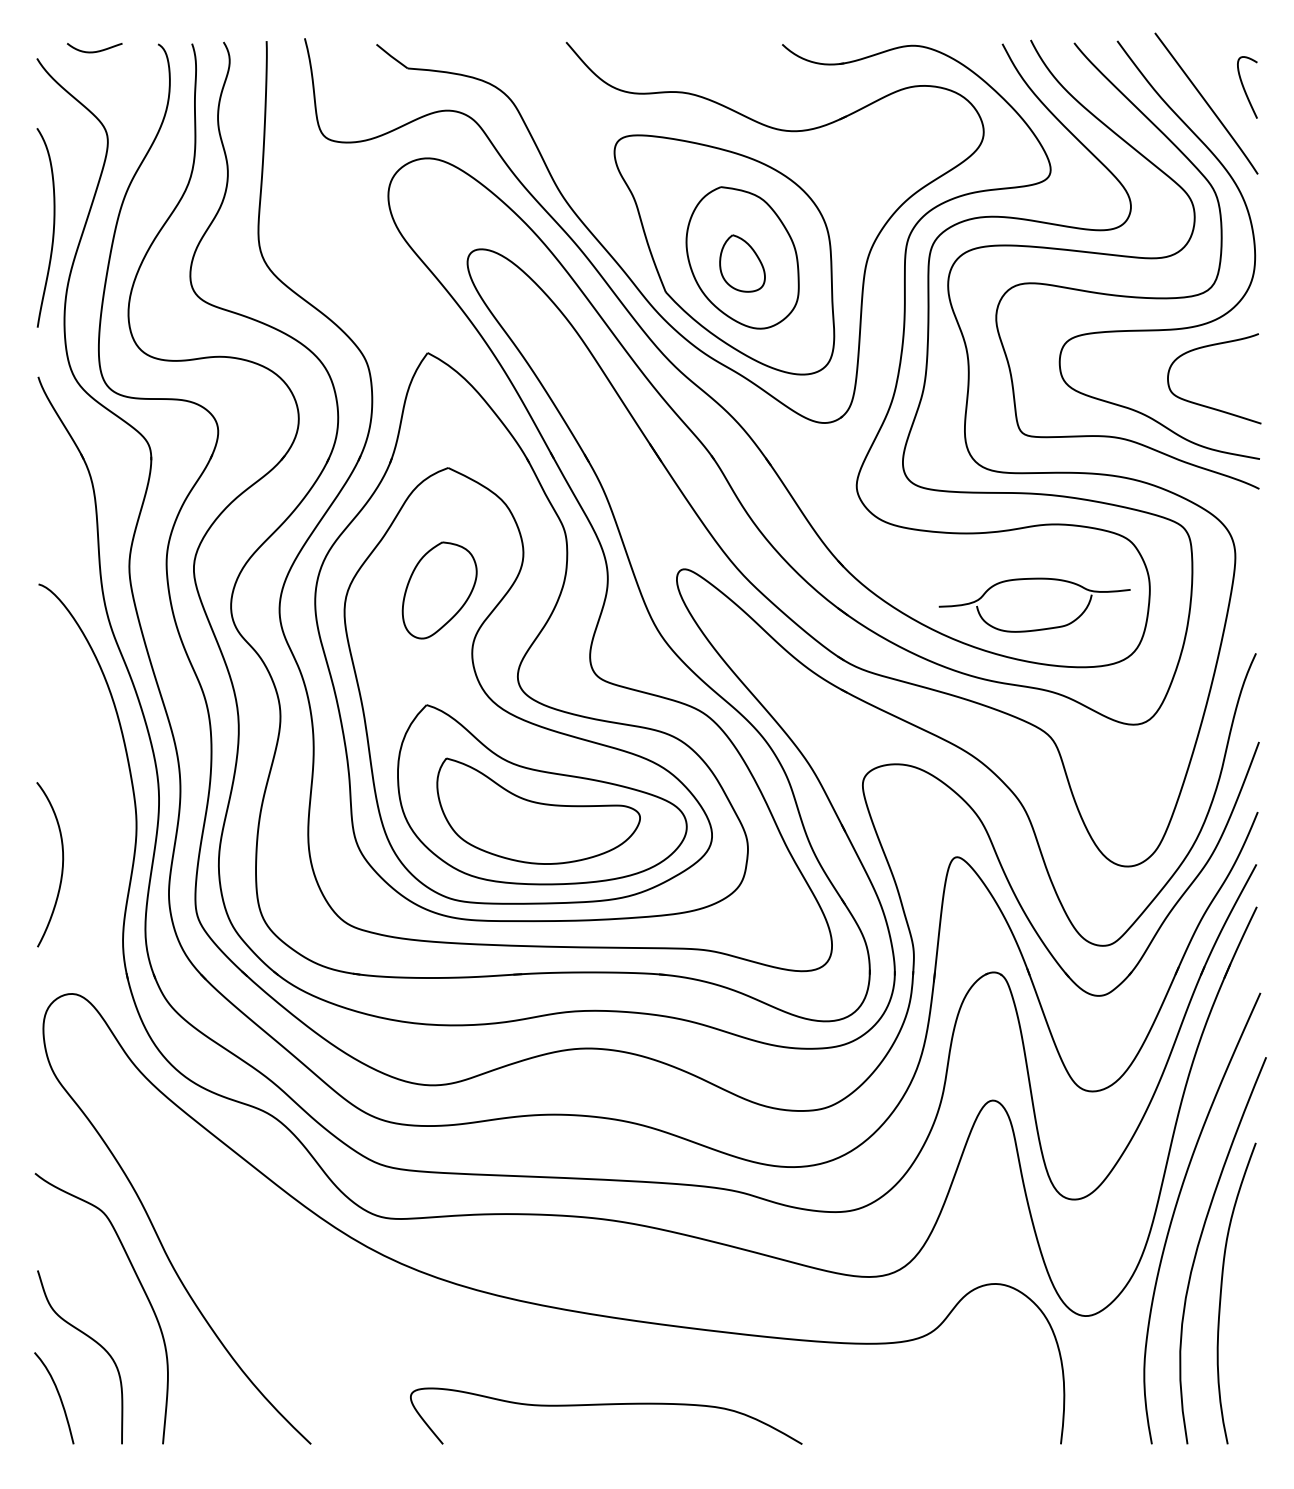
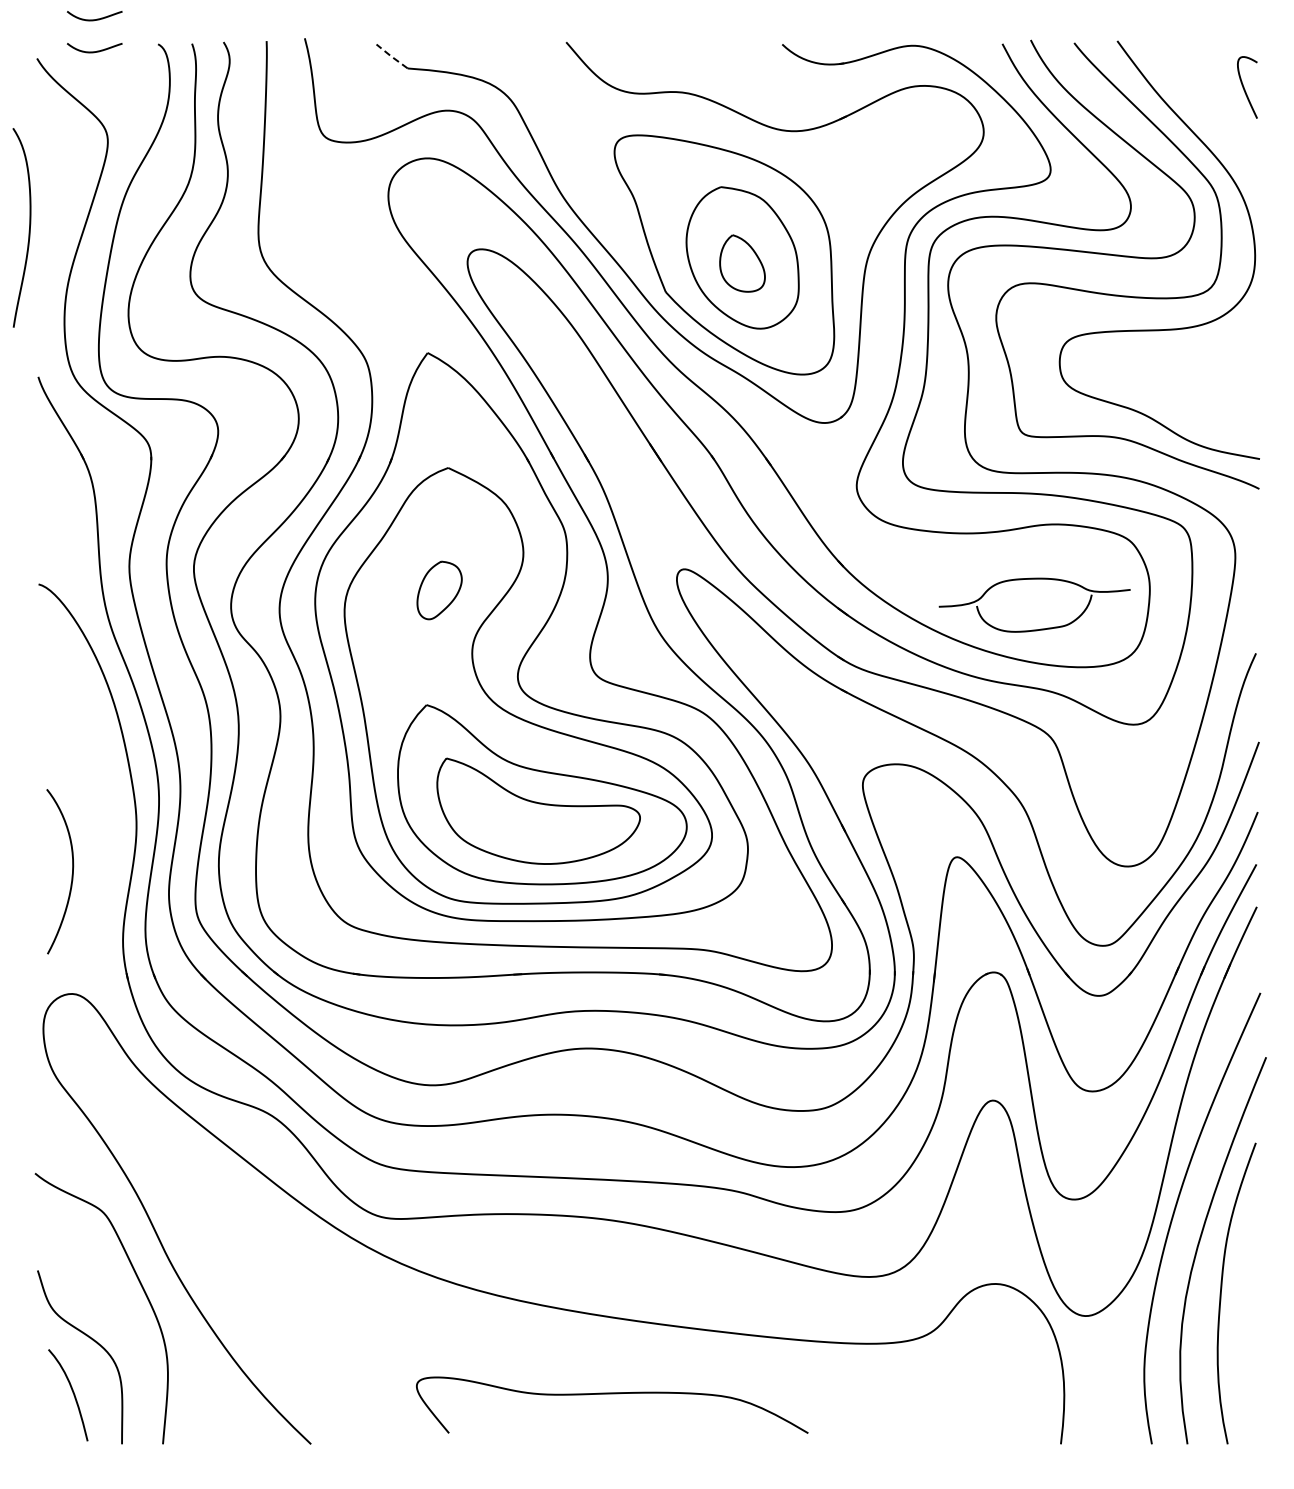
curve at (94, 19): none -> present
line at (390, 56): solid -> dashed
curve at (1206, 103): present -> none
curve at (52, 230) position: (52, 230) -> (28, 230)
curve at (1206, 405): present -> none
part at (439, 590) size: 77x99 px -> 47x61 px
curve at (61, 867) position: (61, 867) -> (71, 874)
curve at (58, 1396) position: (58, 1396) -> (72, 1393)
curve at (606, 1405) position: (606, 1405) -> (612, 1394)
